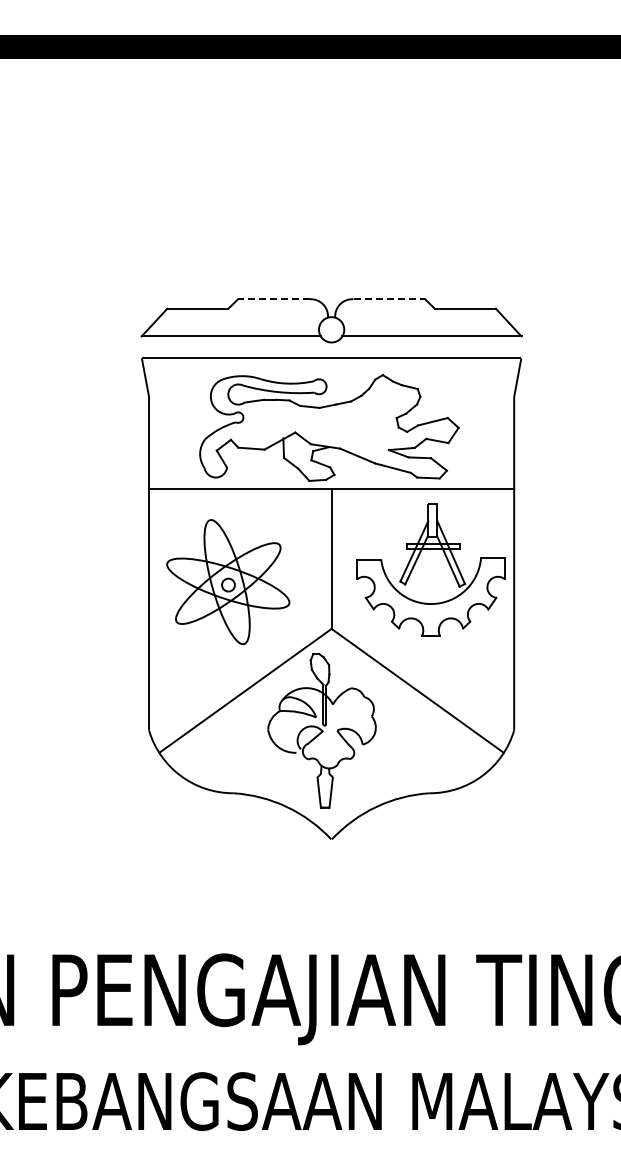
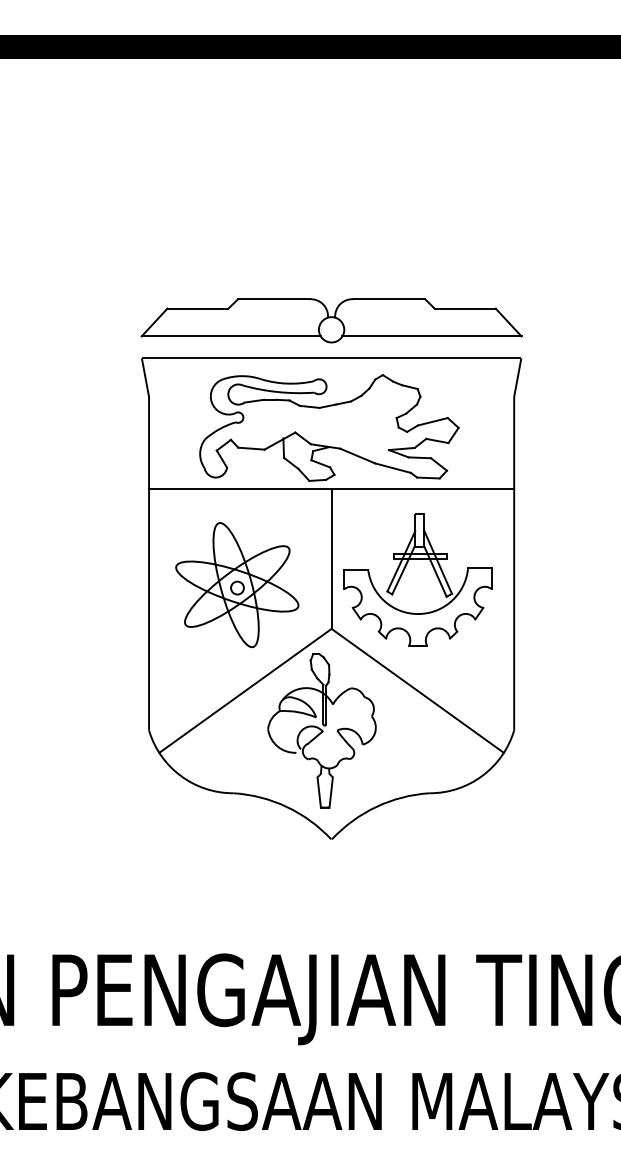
line at (273, 299): dashed -> solid
line at (389, 299): dashed -> solid
part at (416, 563) position: (416, 563) -> (403, 573)
part at (228, 582) position: (228, 582) -> (237, 585)
